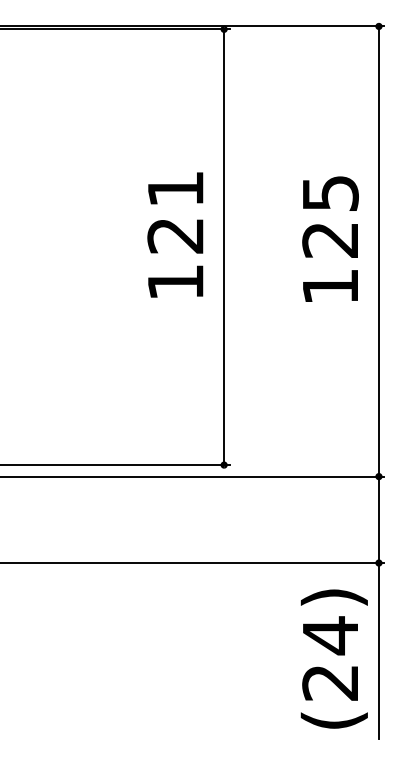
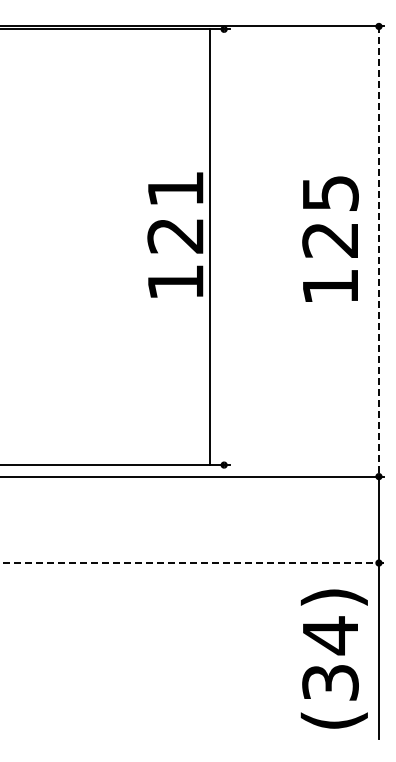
line at (224, 247) position: (224, 247) -> (210, 247)
line at (378, 252): solid -> dashed
line at (192, 563): solid -> dashed
text at (330, 682): (24) -> (34)
